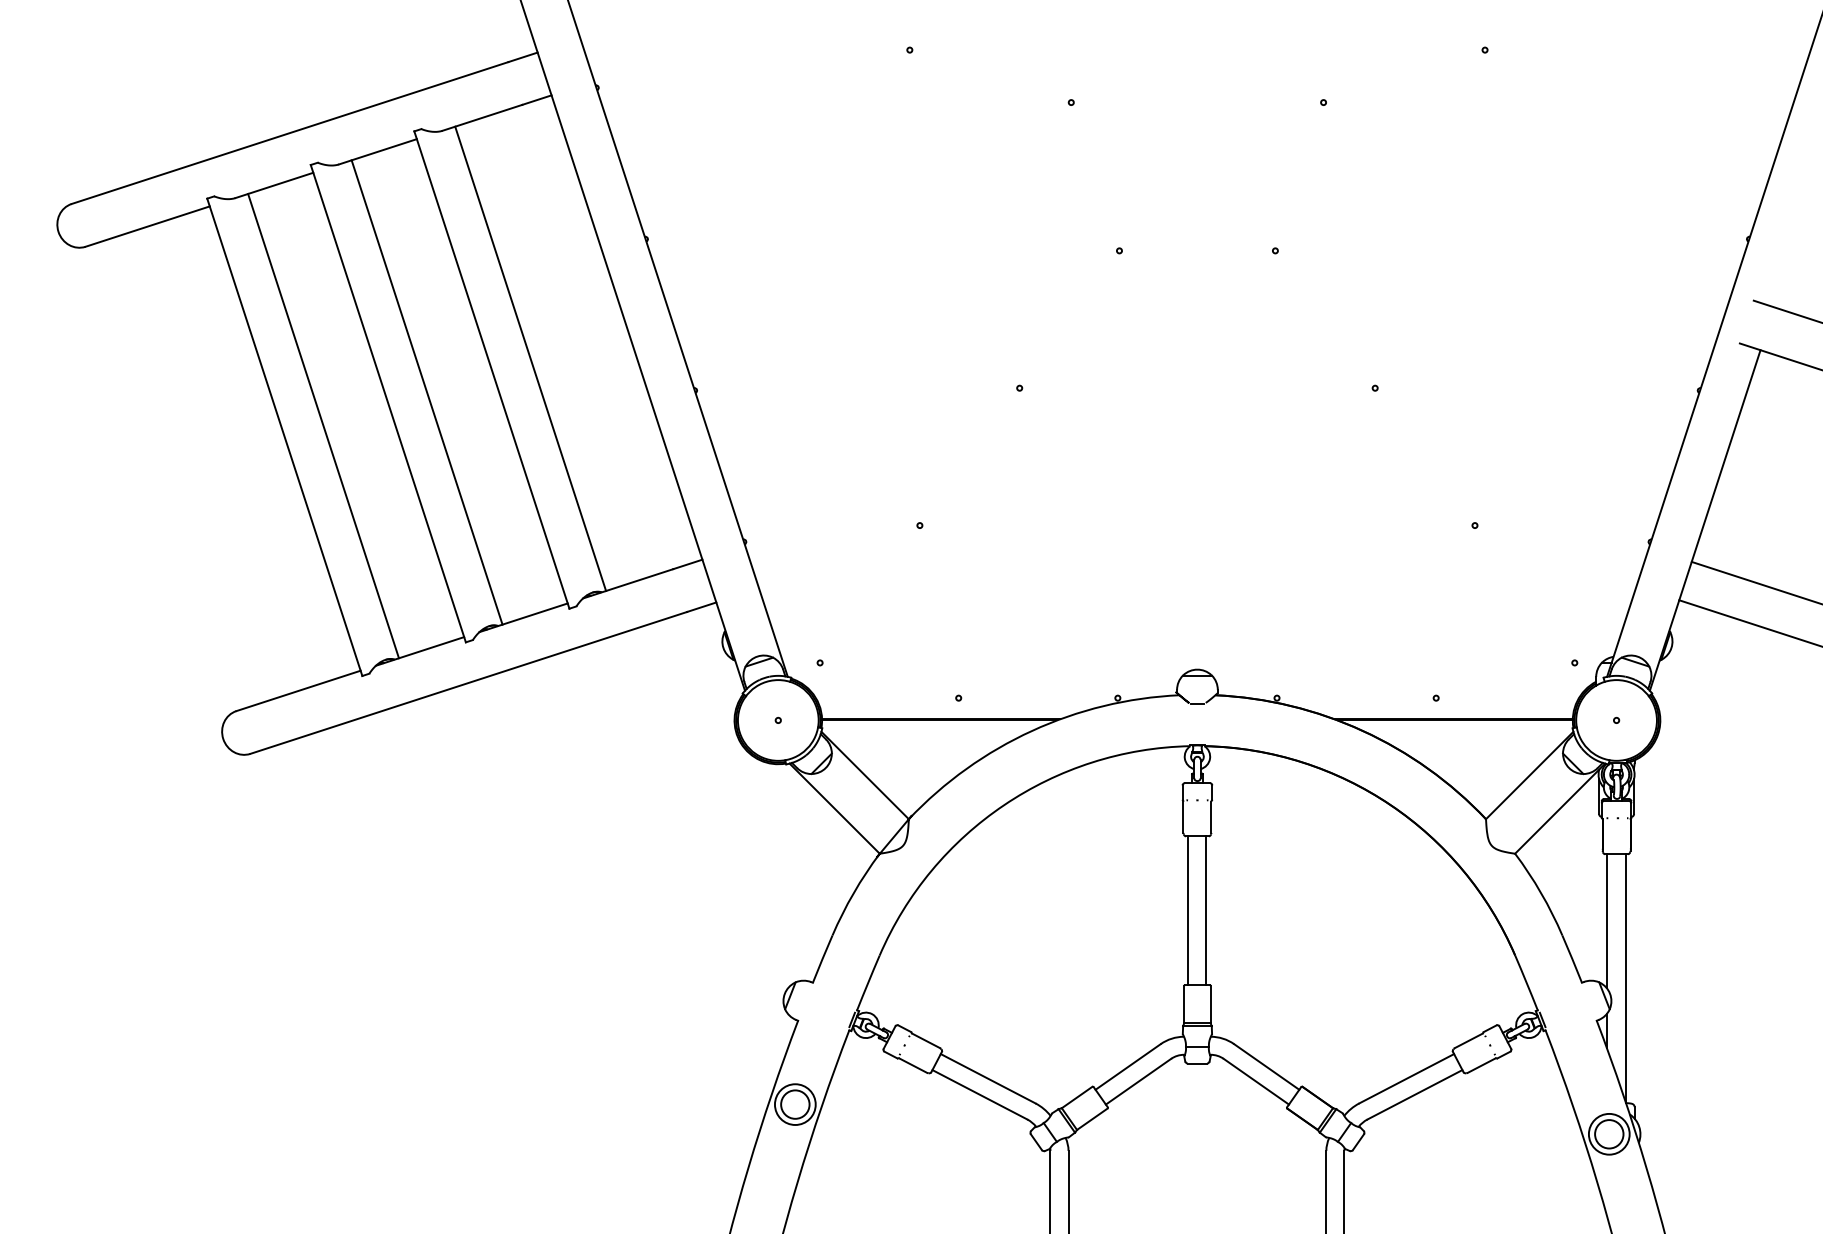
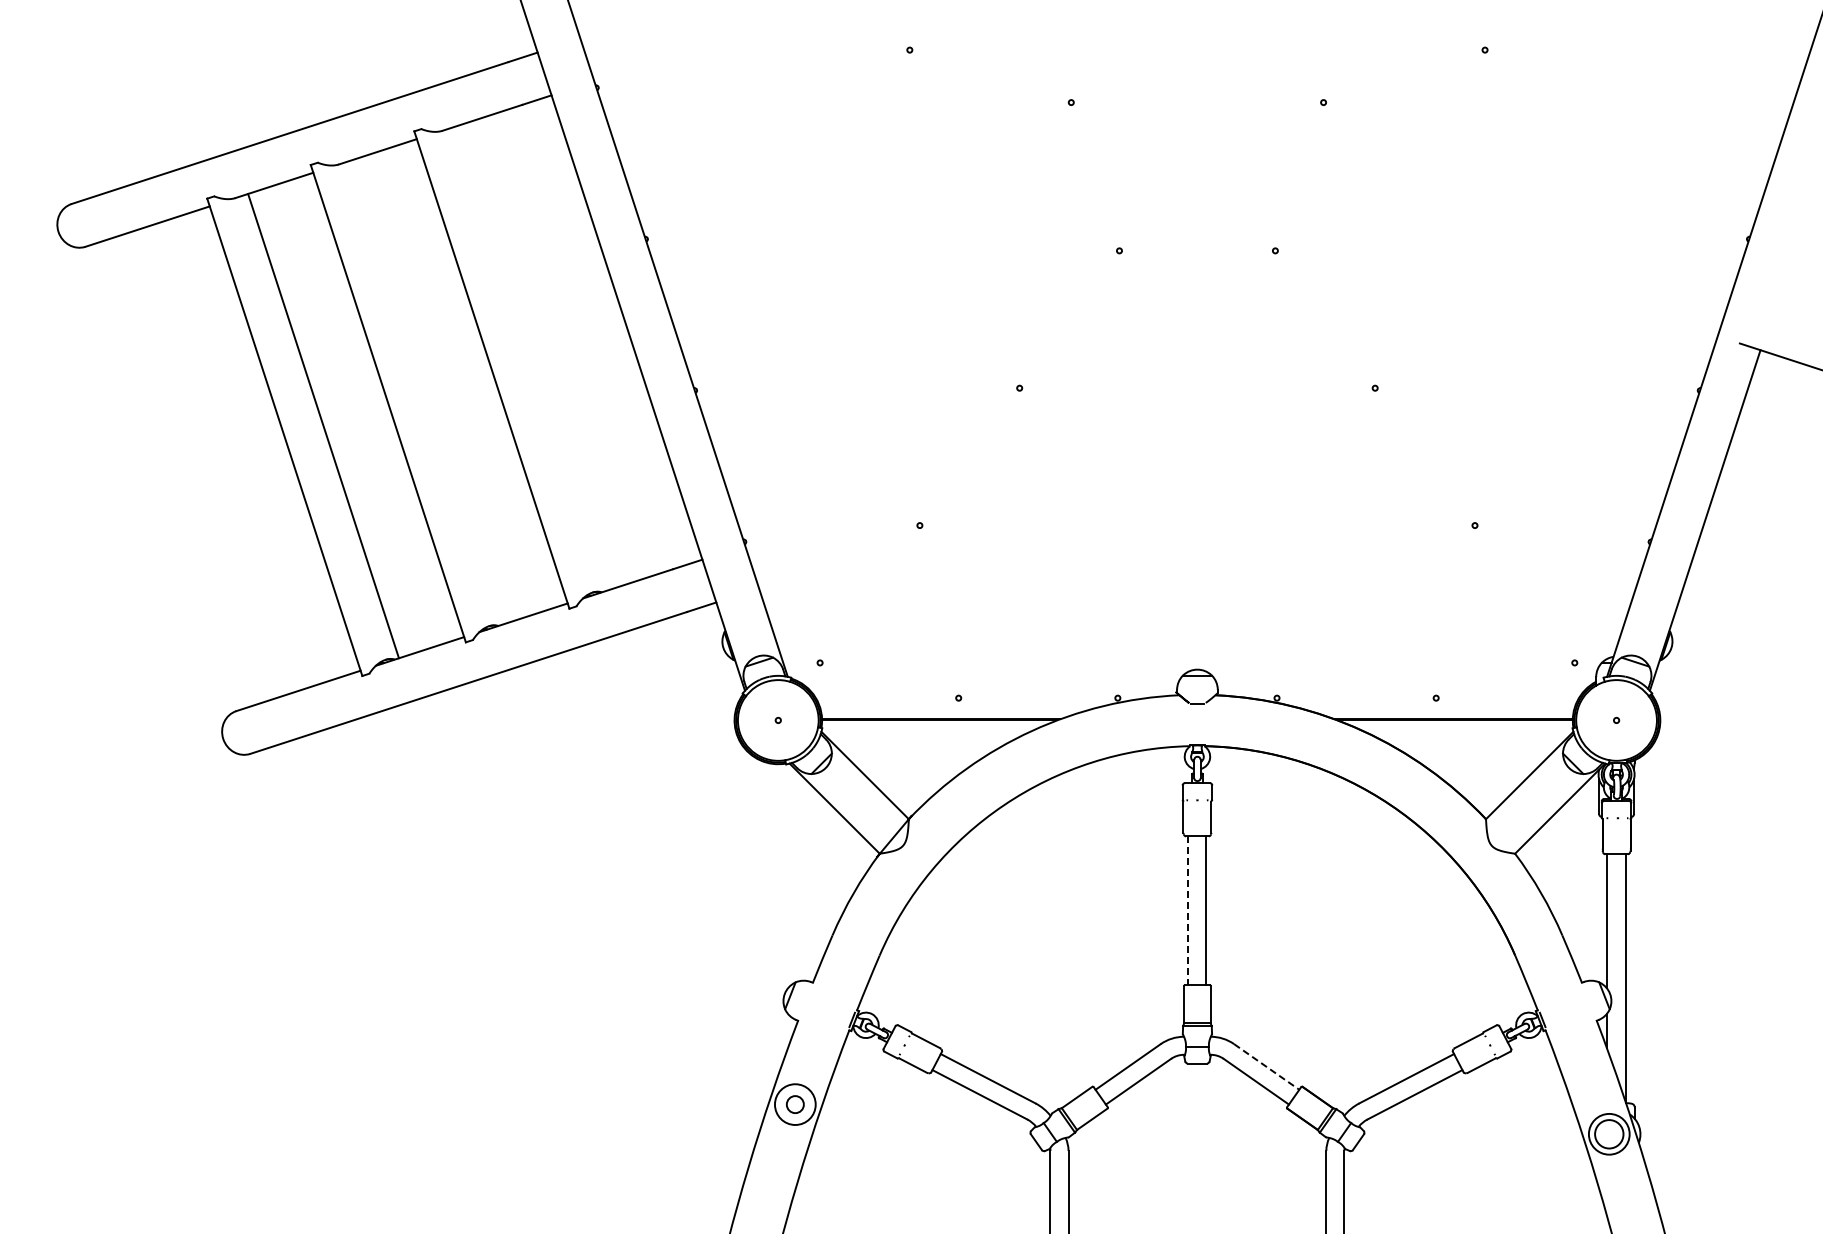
line at (1786, 311): present -> none
line at (530, 358): present -> none
line at (426, 392): present -> none
line at (1755, 582): present -> none
line at (1749, 622): present -> none
line at (1188, 911): solid -> dashed
line at (1266, 1066): solid -> dashed
circle at (795, 1104) diameter: 28 px -> 17 px
